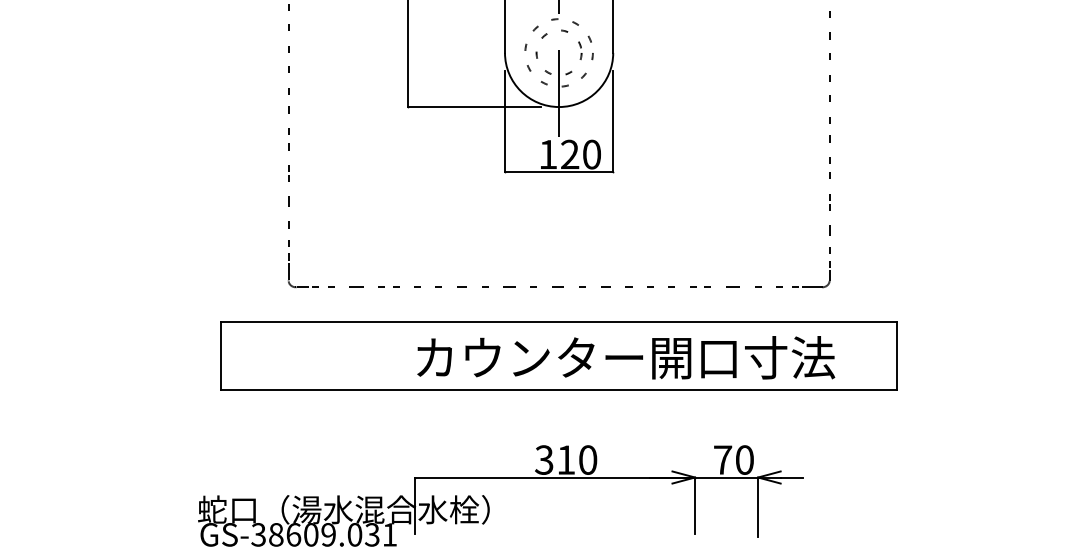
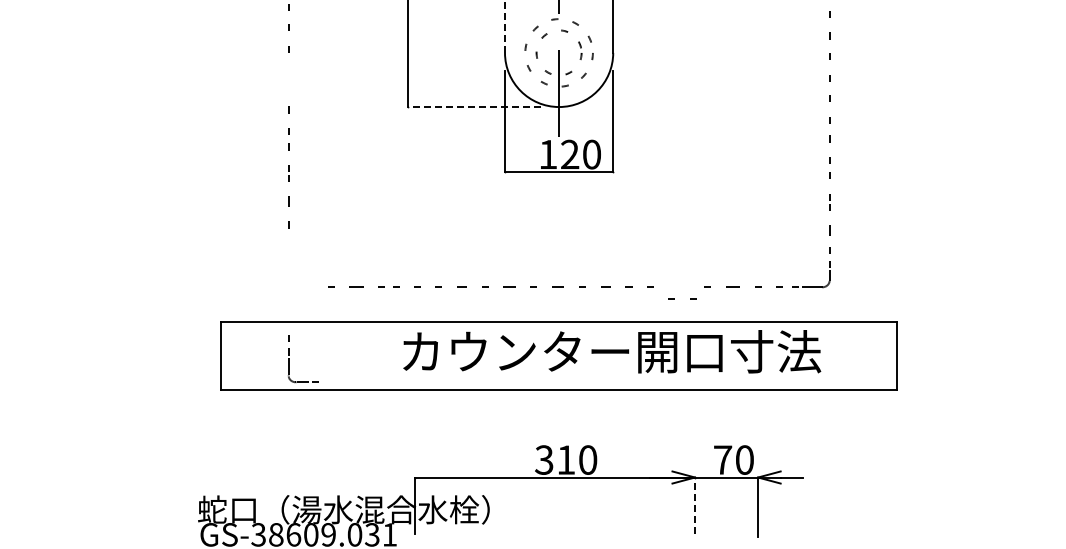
line at (505, 25): solid -> dashed
line at (288, 72): present -> none
line at (474, 107): solid -> dashed
part at (289, 264) position: (289, 264) -> (289, 359)
line at (674, 286) position: (674, 286) -> (674, 298)
text at (626, 357) position: (626, 357) -> (612, 351)
line at (695, 505): solid -> dashed
